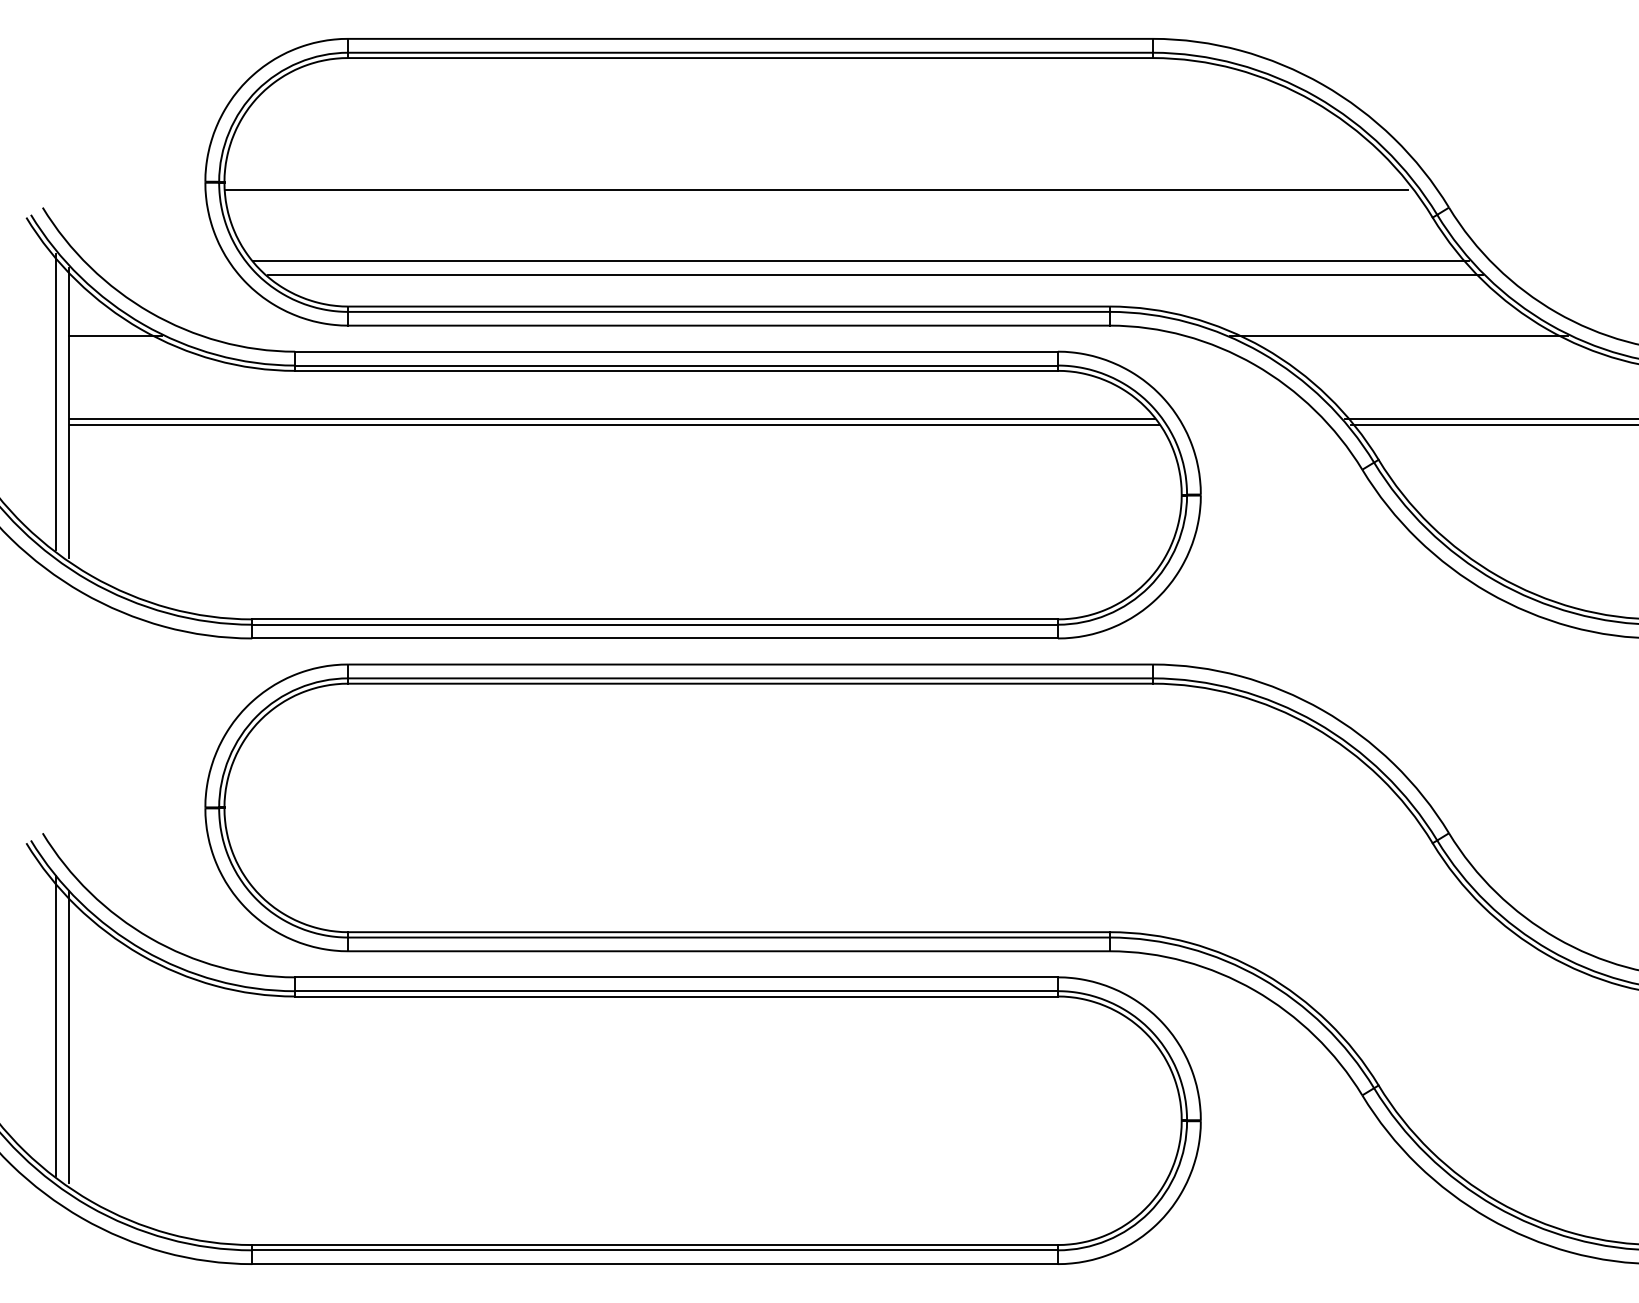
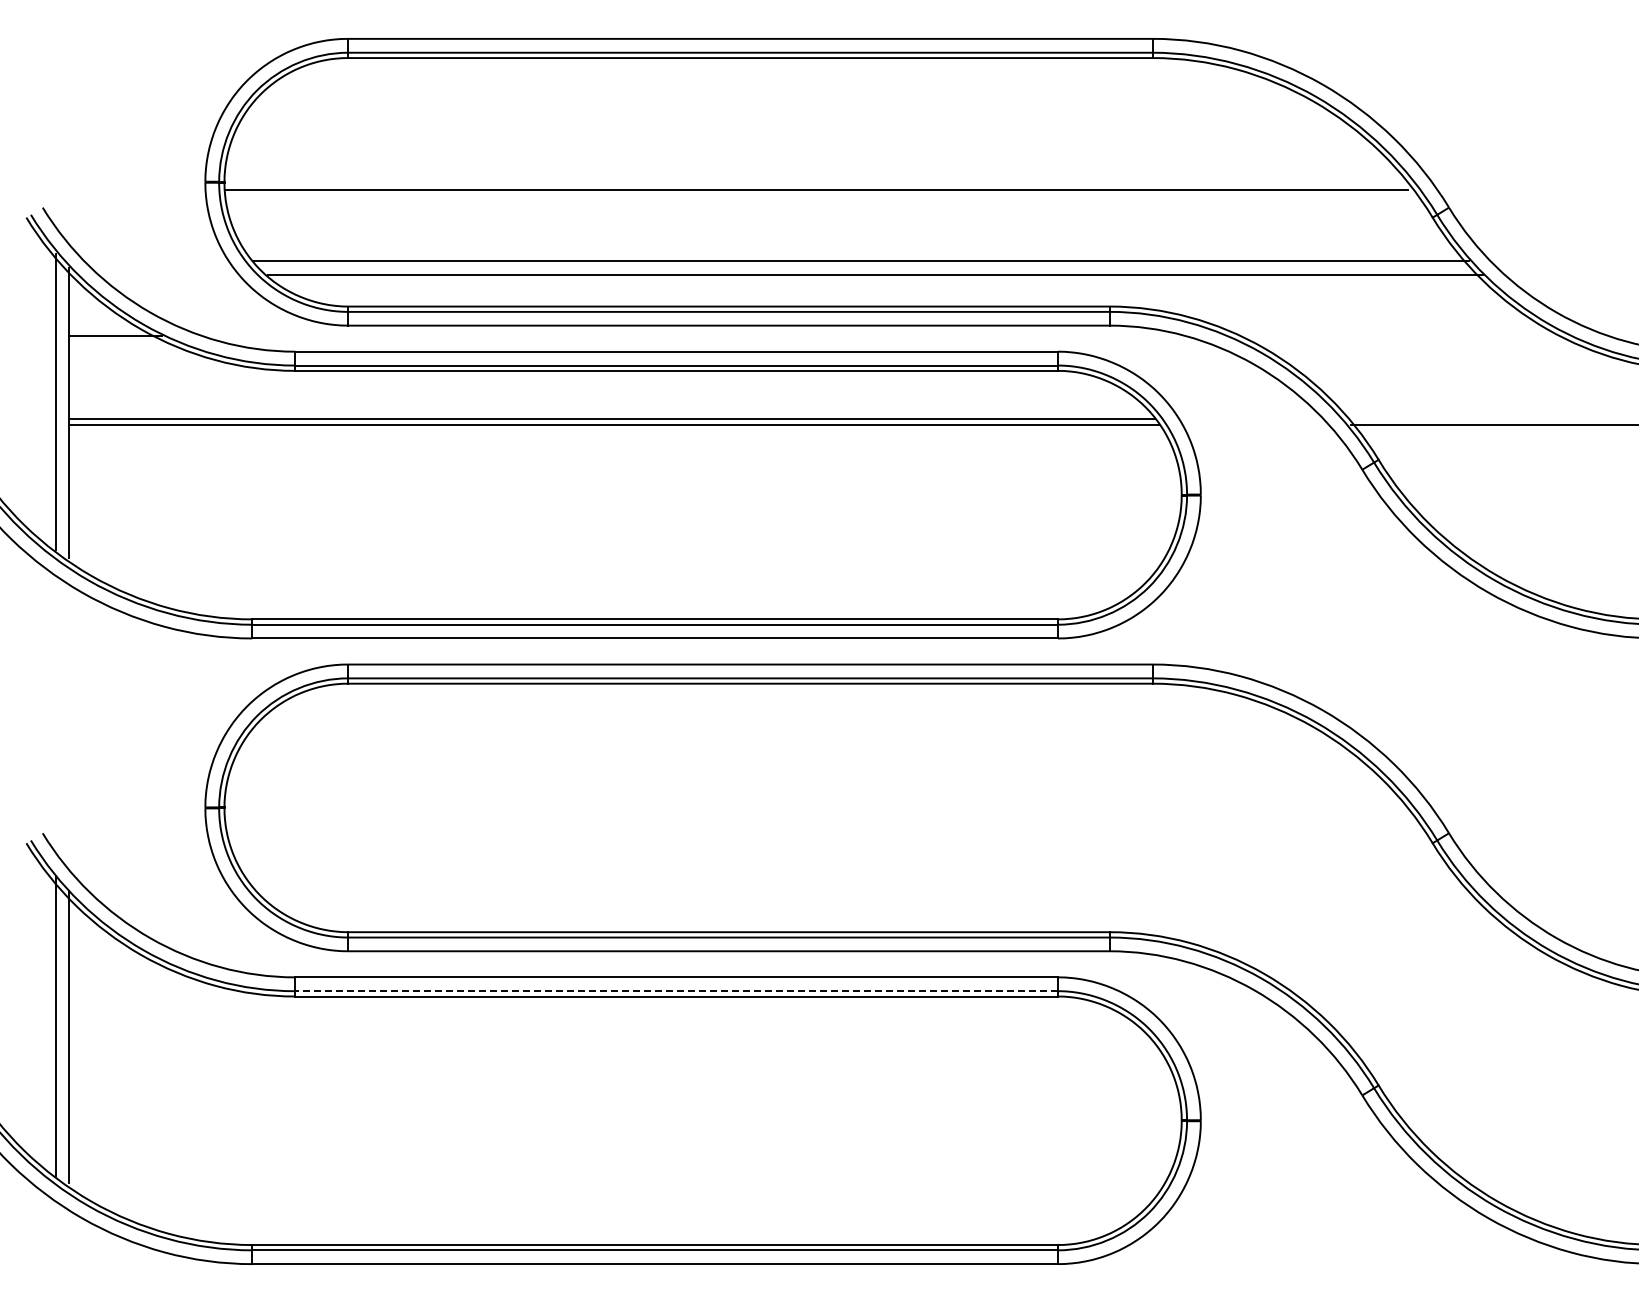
line at (1398, 335): present -> none
line at (1490, 418): present -> none
line at (676, 991): solid -> dashed
